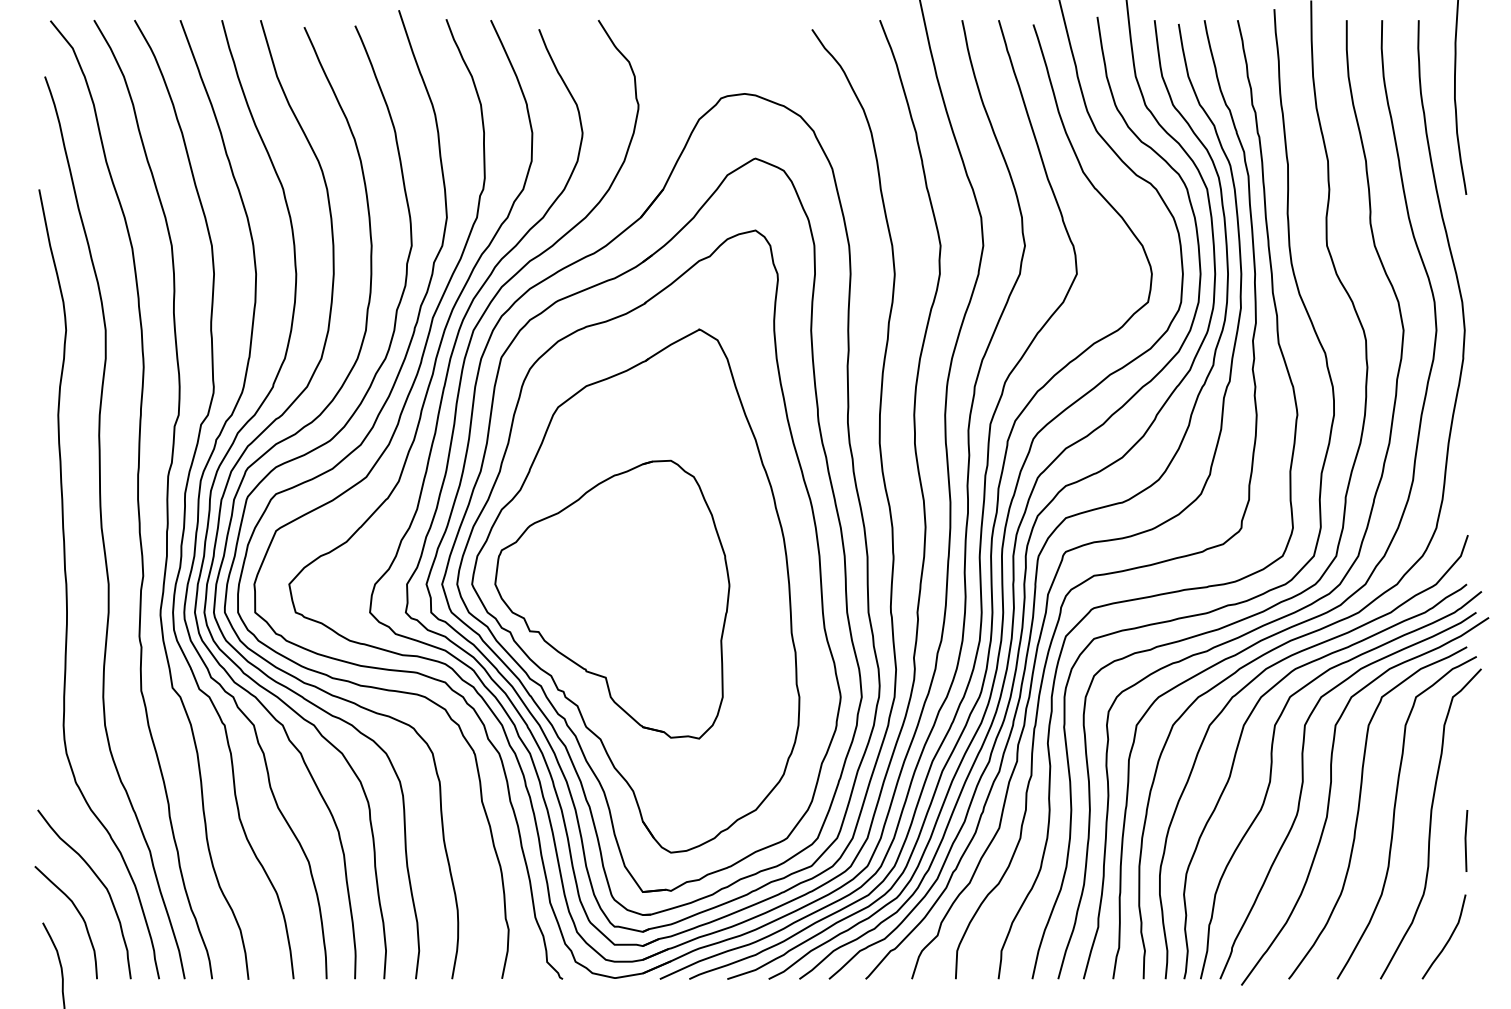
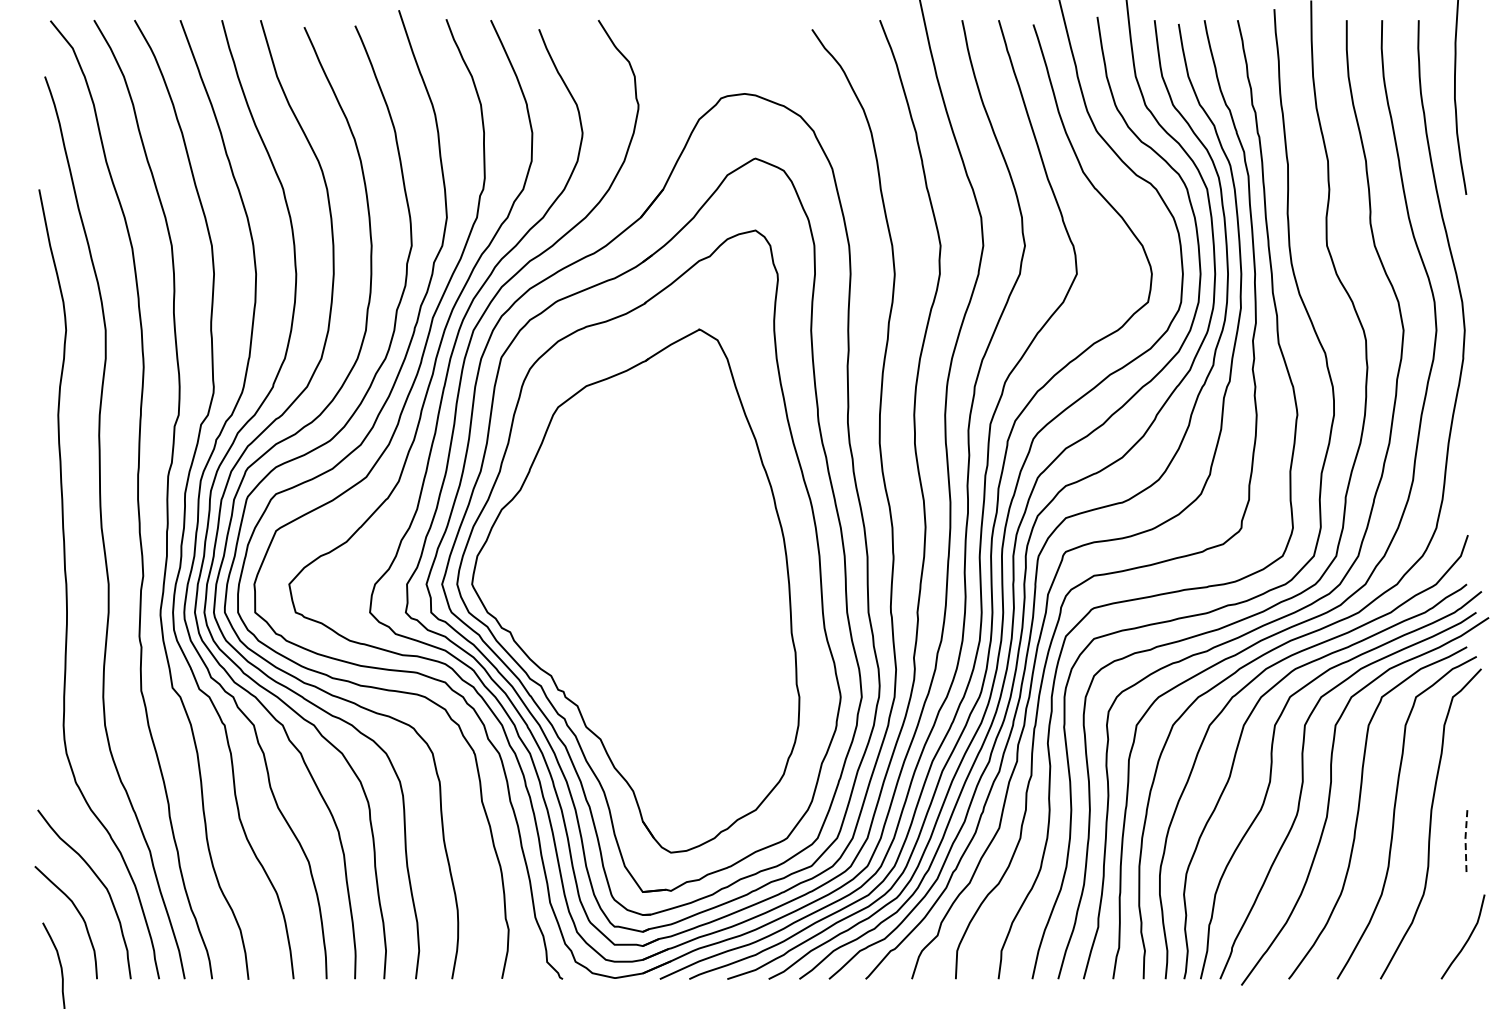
part at (612, 599): present -> none
line at (1465, 840): solid -> dashed
curve at (1448, 938) position: (1448, 938) -> (1467, 938)
